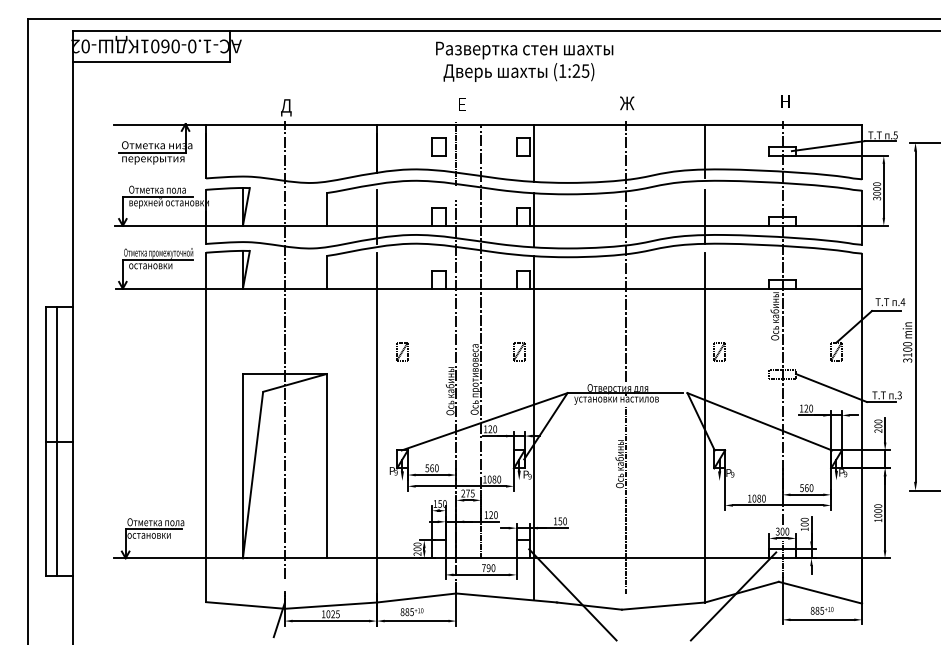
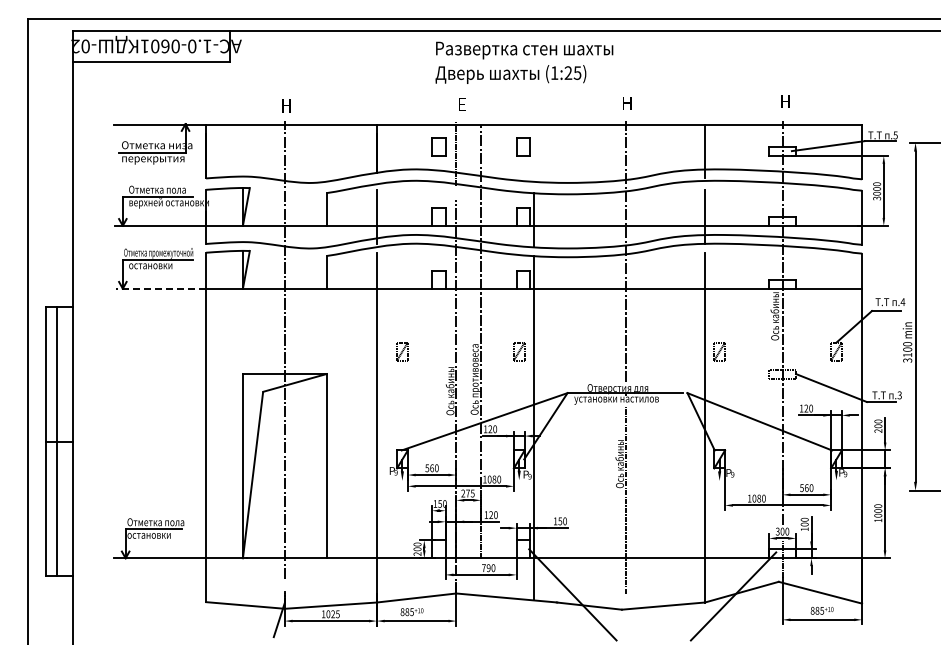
text at (518, 72) position: (518, 72) -> (510, 74)
text at (627, 103): Ж -> Н
text at (286, 107): Д -> Н
line at (534, 152): present -> none
line at (160, 288): solid -> dashed
